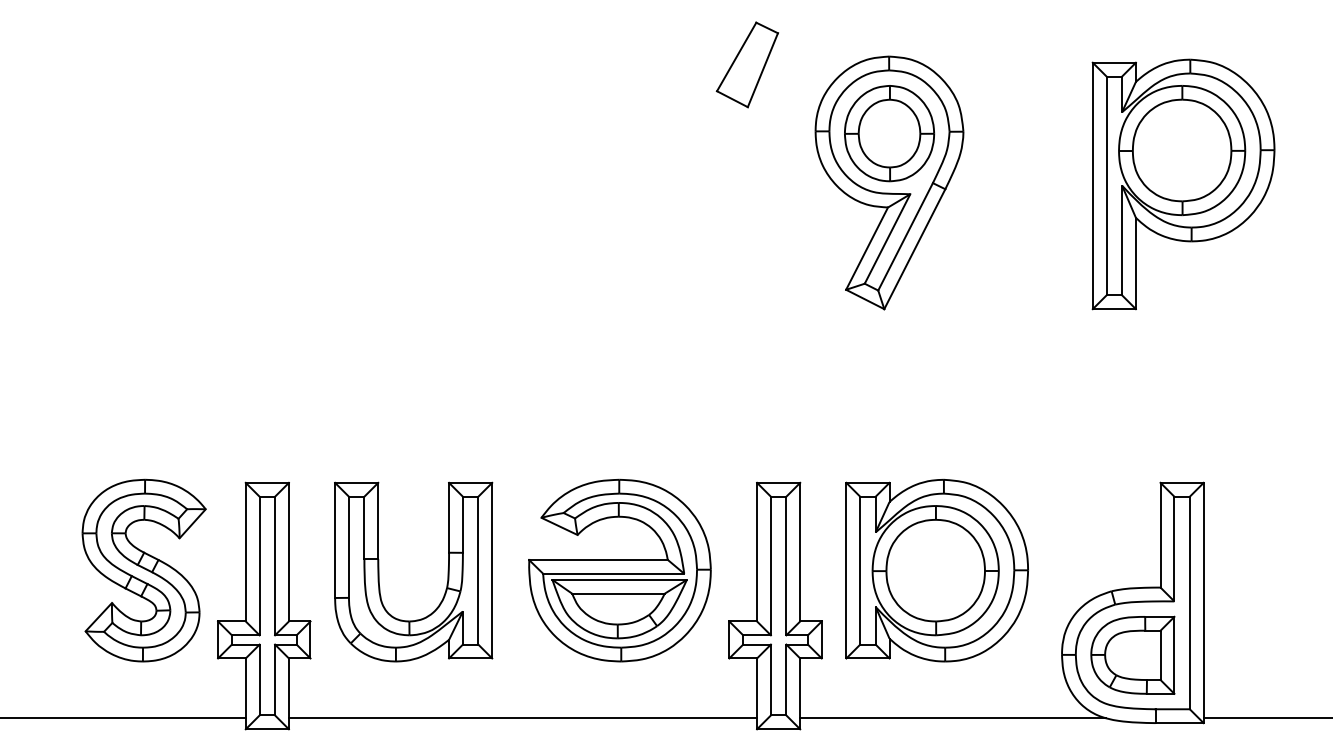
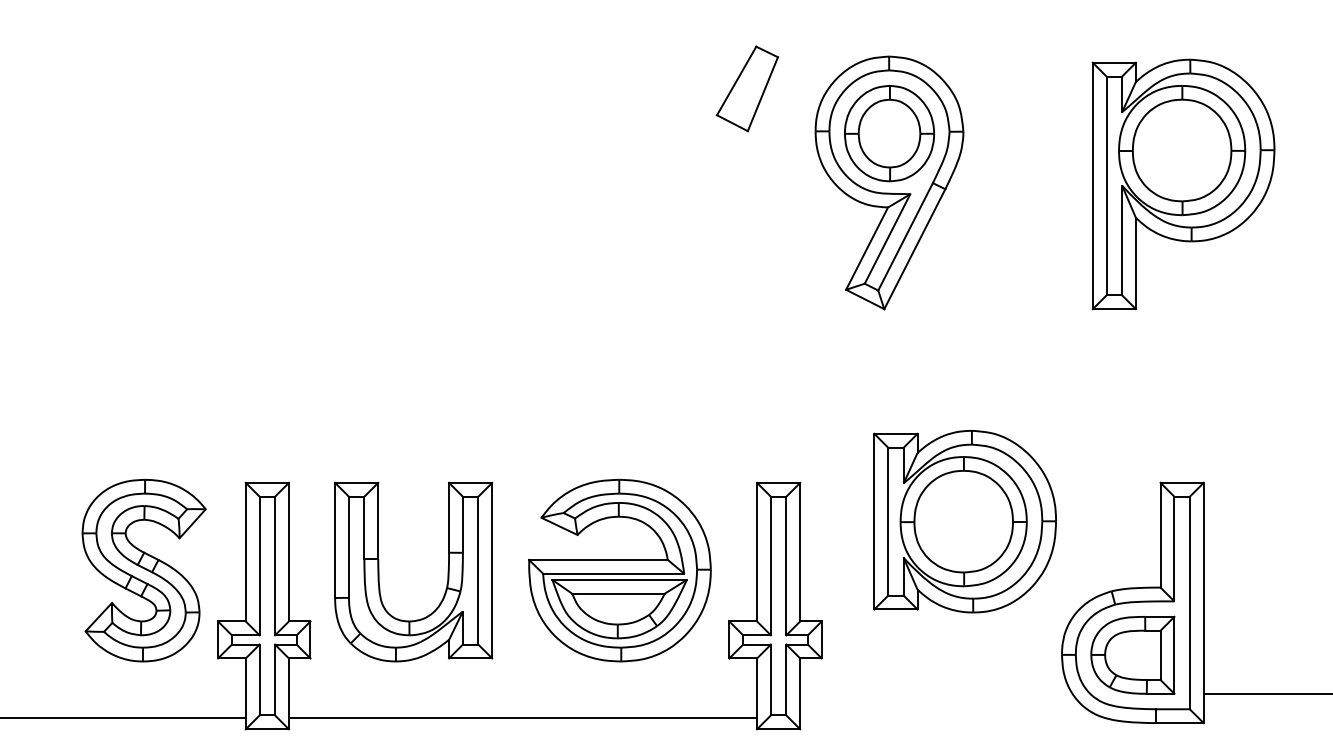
part at (747, 64) position: (747, 64) -> (747, 88)
part at (936, 570) position: (936, 570) -> (964, 521)
line at (952, 718): present -> none
line at (1266, 718) position: (1266, 718) -> (1266, 694)
